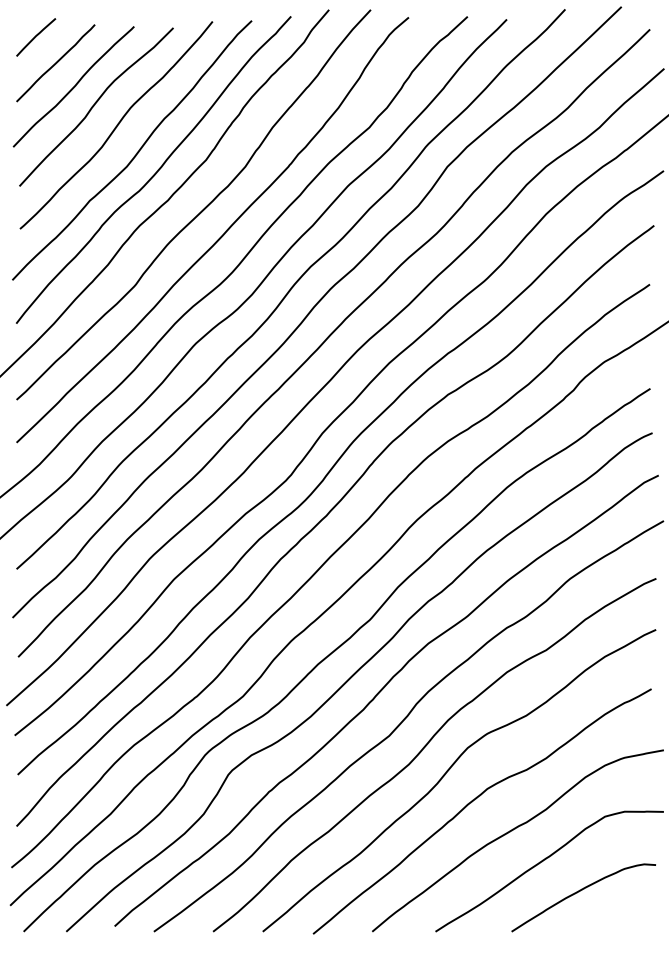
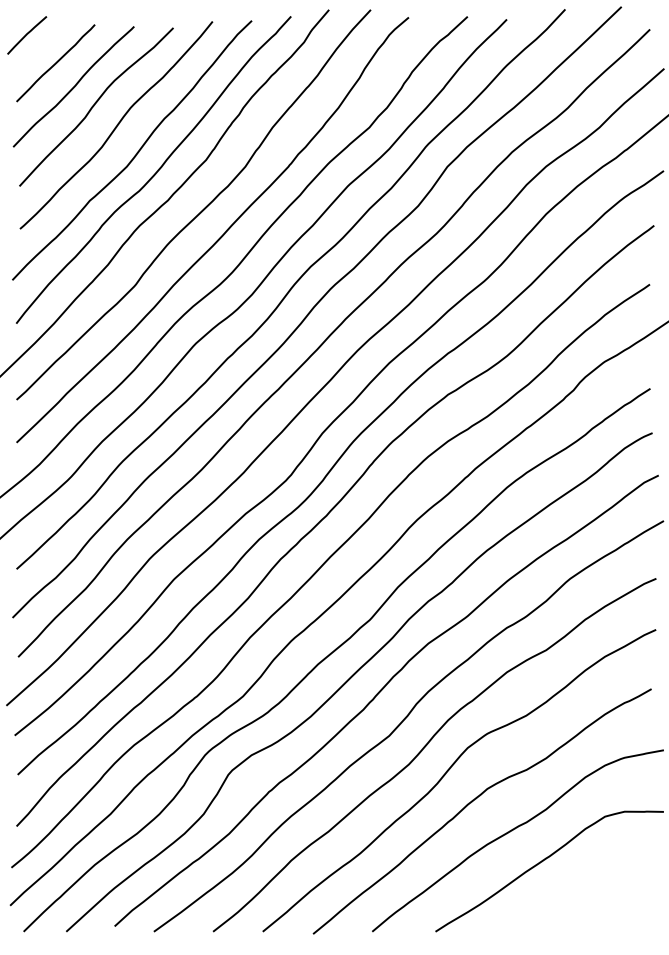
line at (36, 37) position: (36, 37) -> (27, 35)
curve at (579, 892): present -> none
